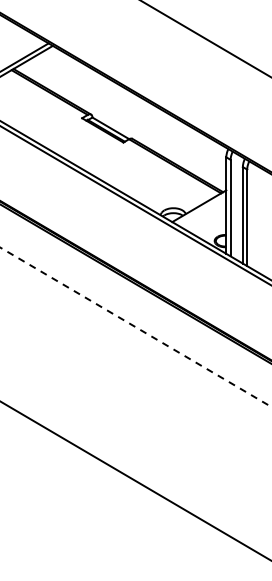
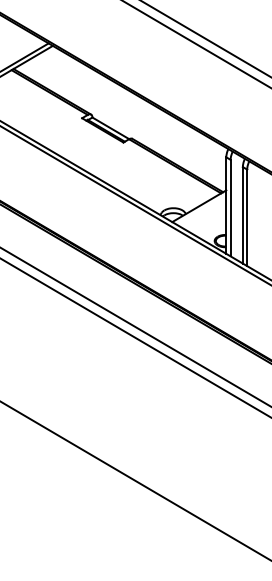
line at (196, 44): none -> present
line at (136, 327): dashed -> solid
line at (135, 337): none -> present
